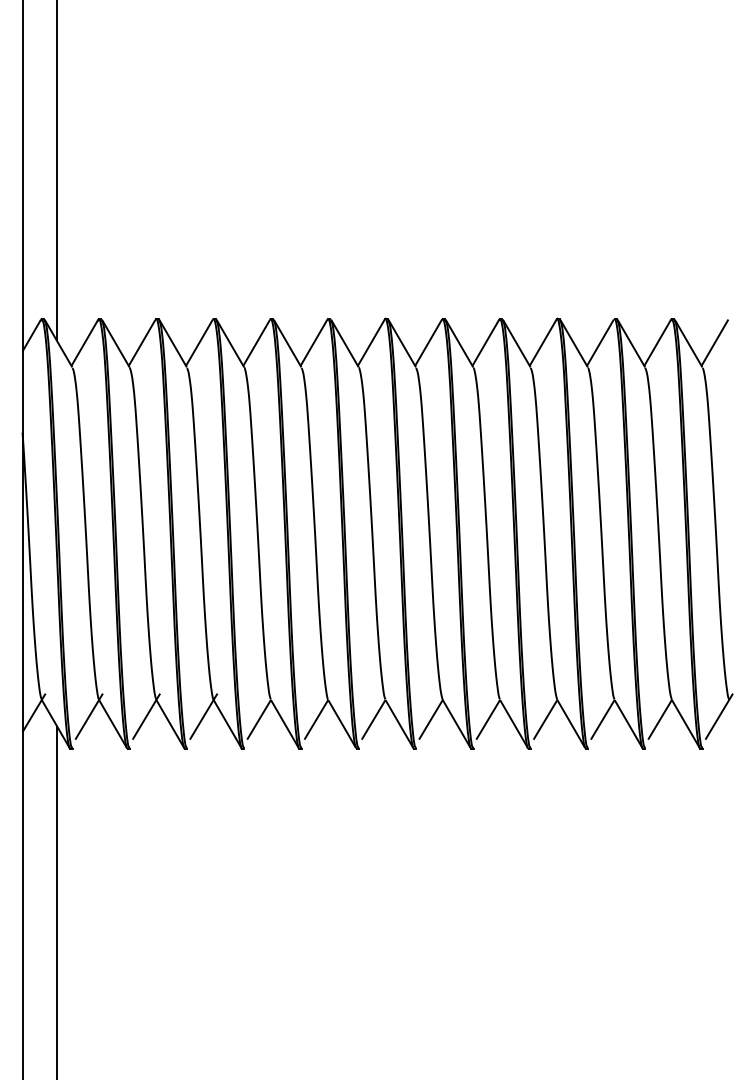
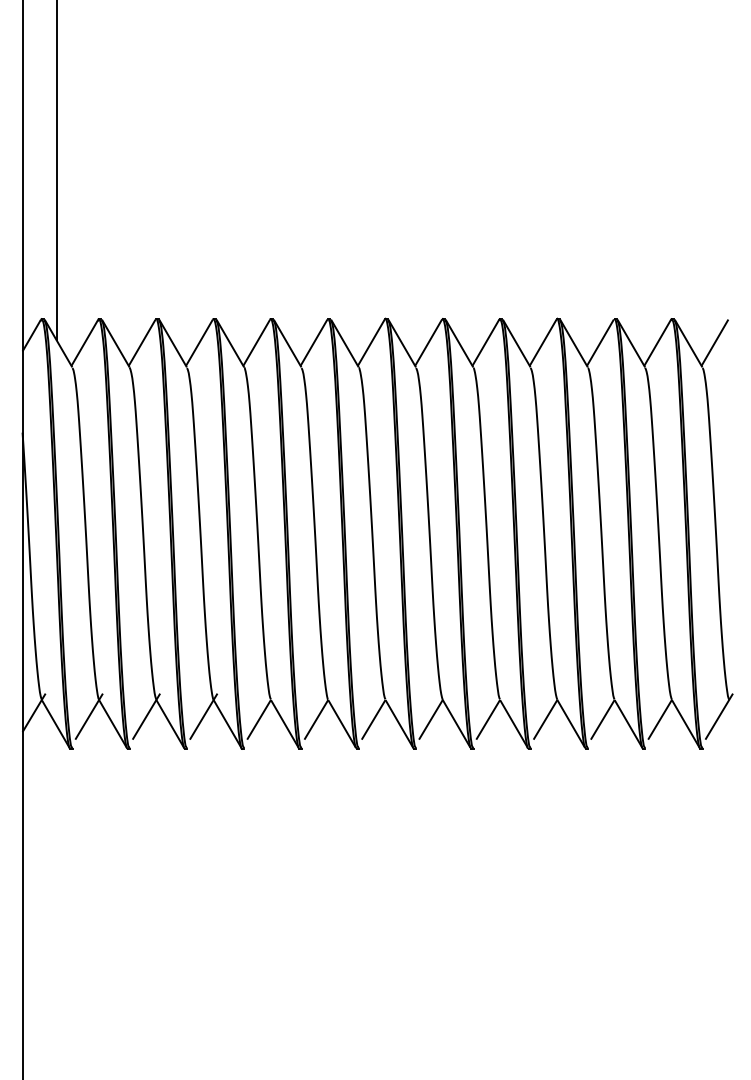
line at (56, 901): present -> none
